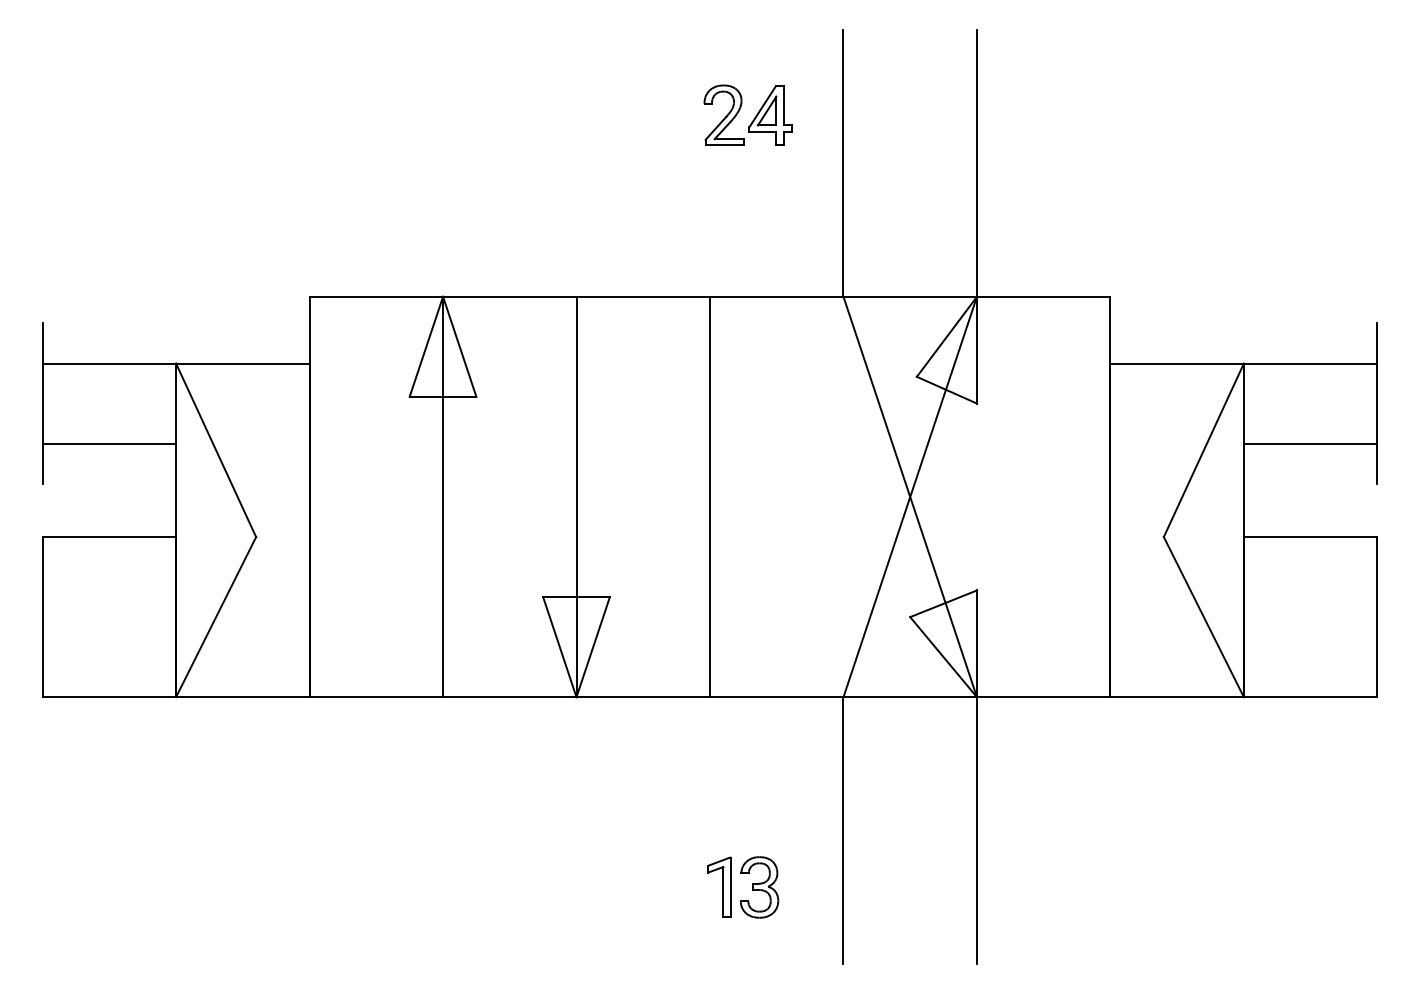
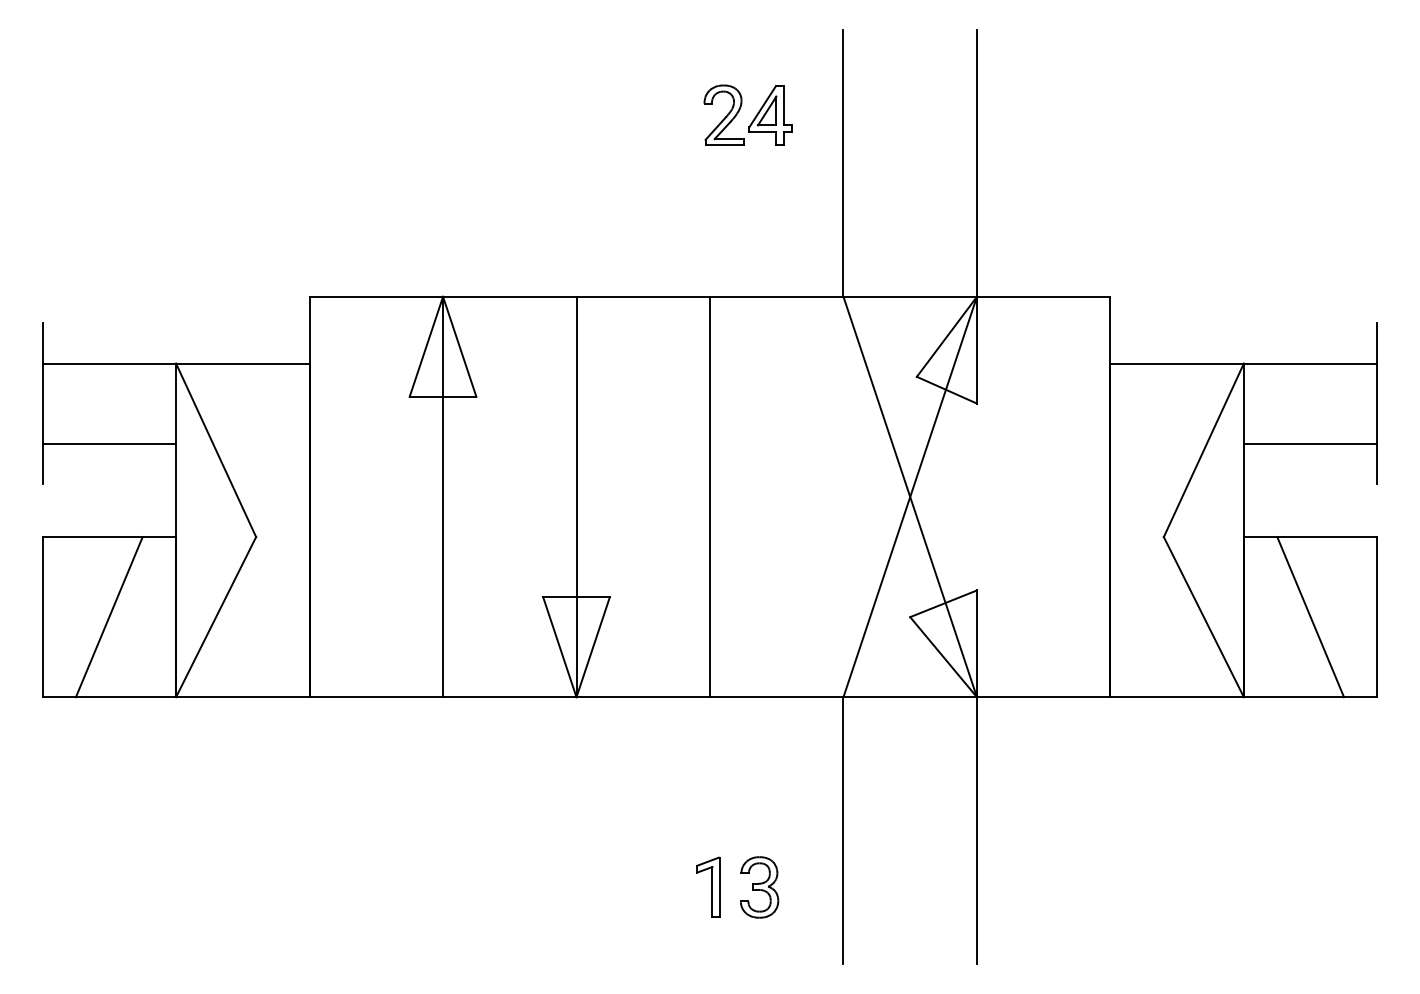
line at (108, 617): none -> present
line at (1310, 617): none -> present
part at (719, 886) position: (719, 886) -> (708, 886)
